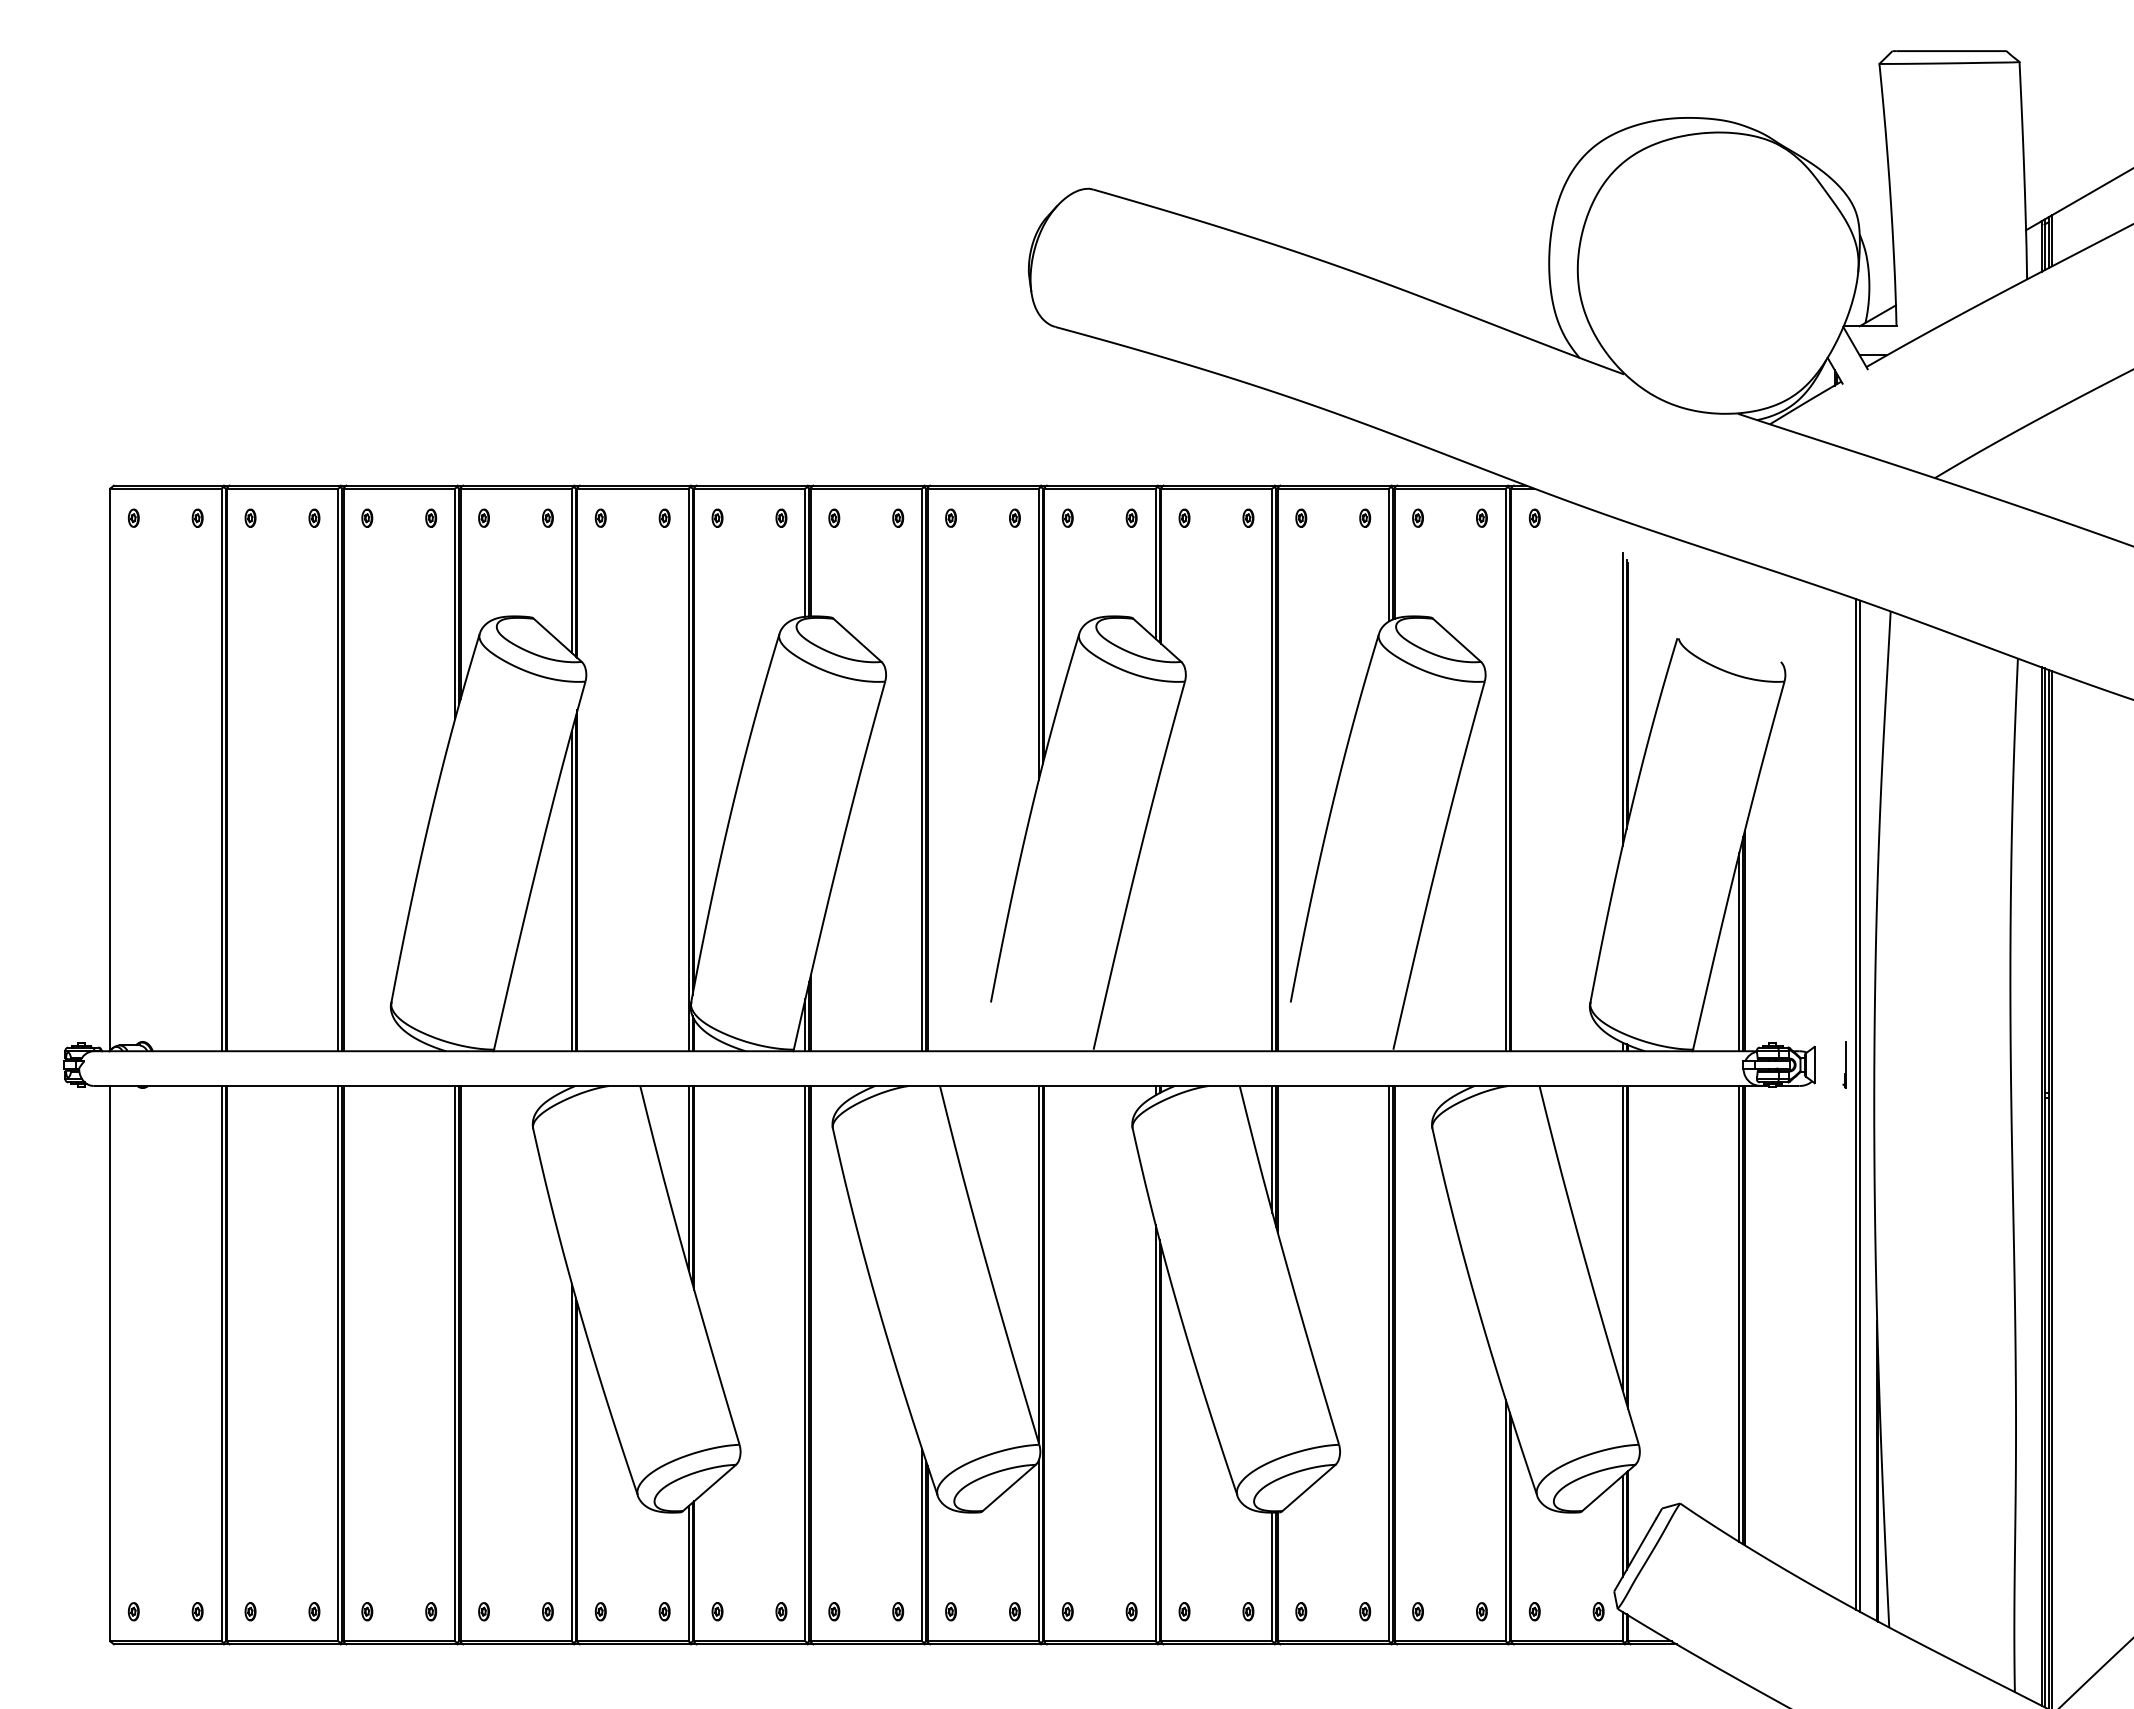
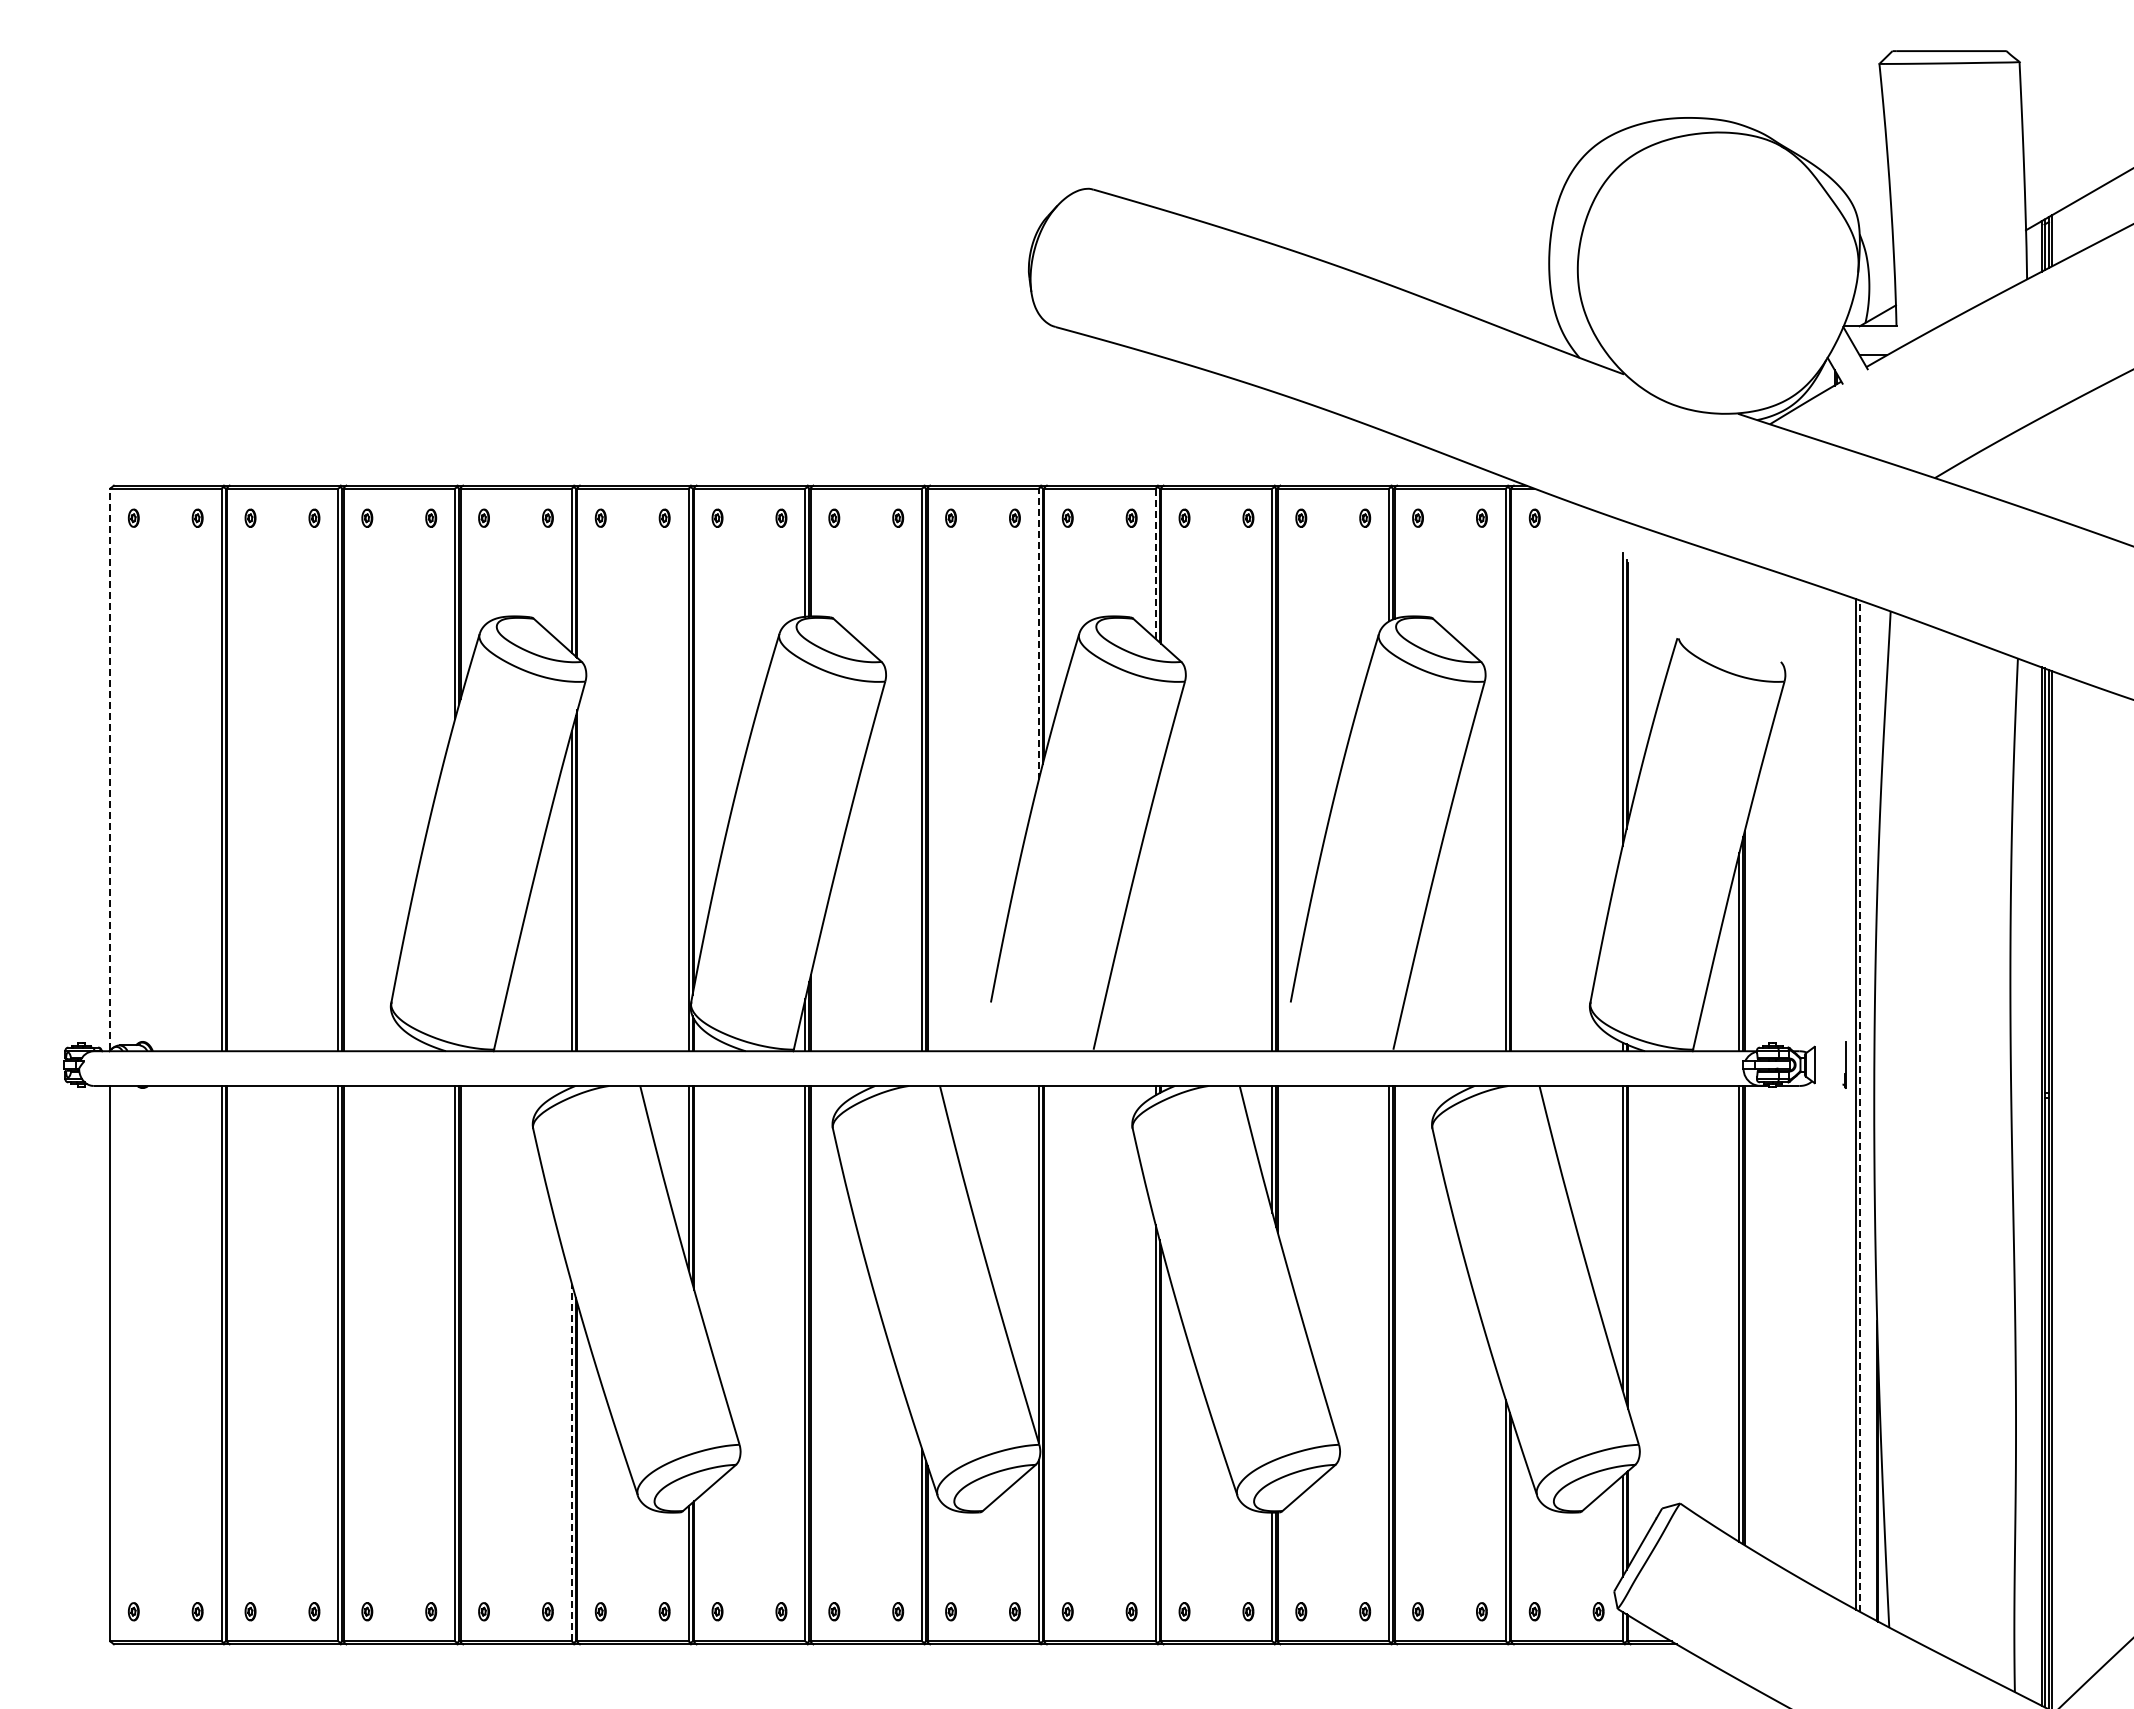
line at (1155, 563): solid -> dashed
line at (1038, 634): solid -> dashed
line at (110, 769): solid -> dashed
line at (1860, 1106): solid -> dashed
line at (571, 1462): solid -> dashed
